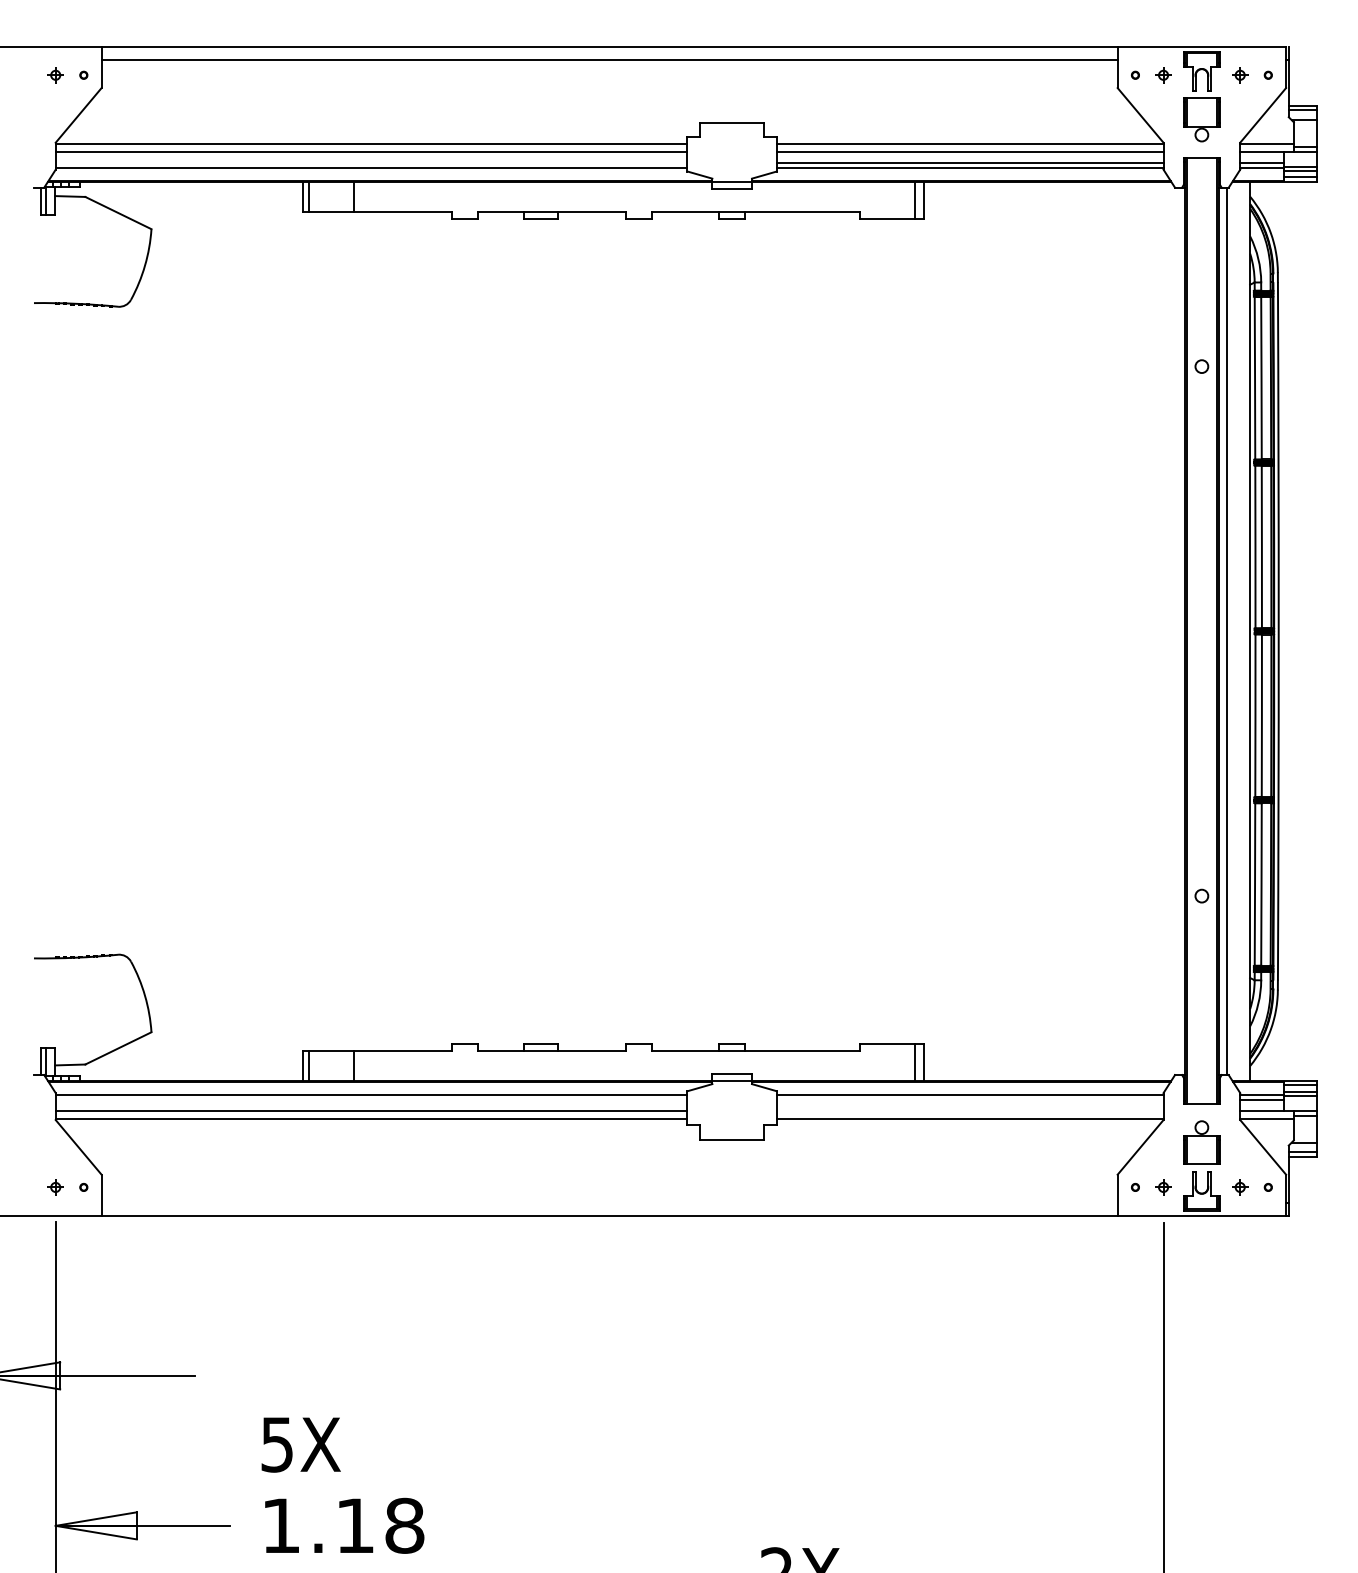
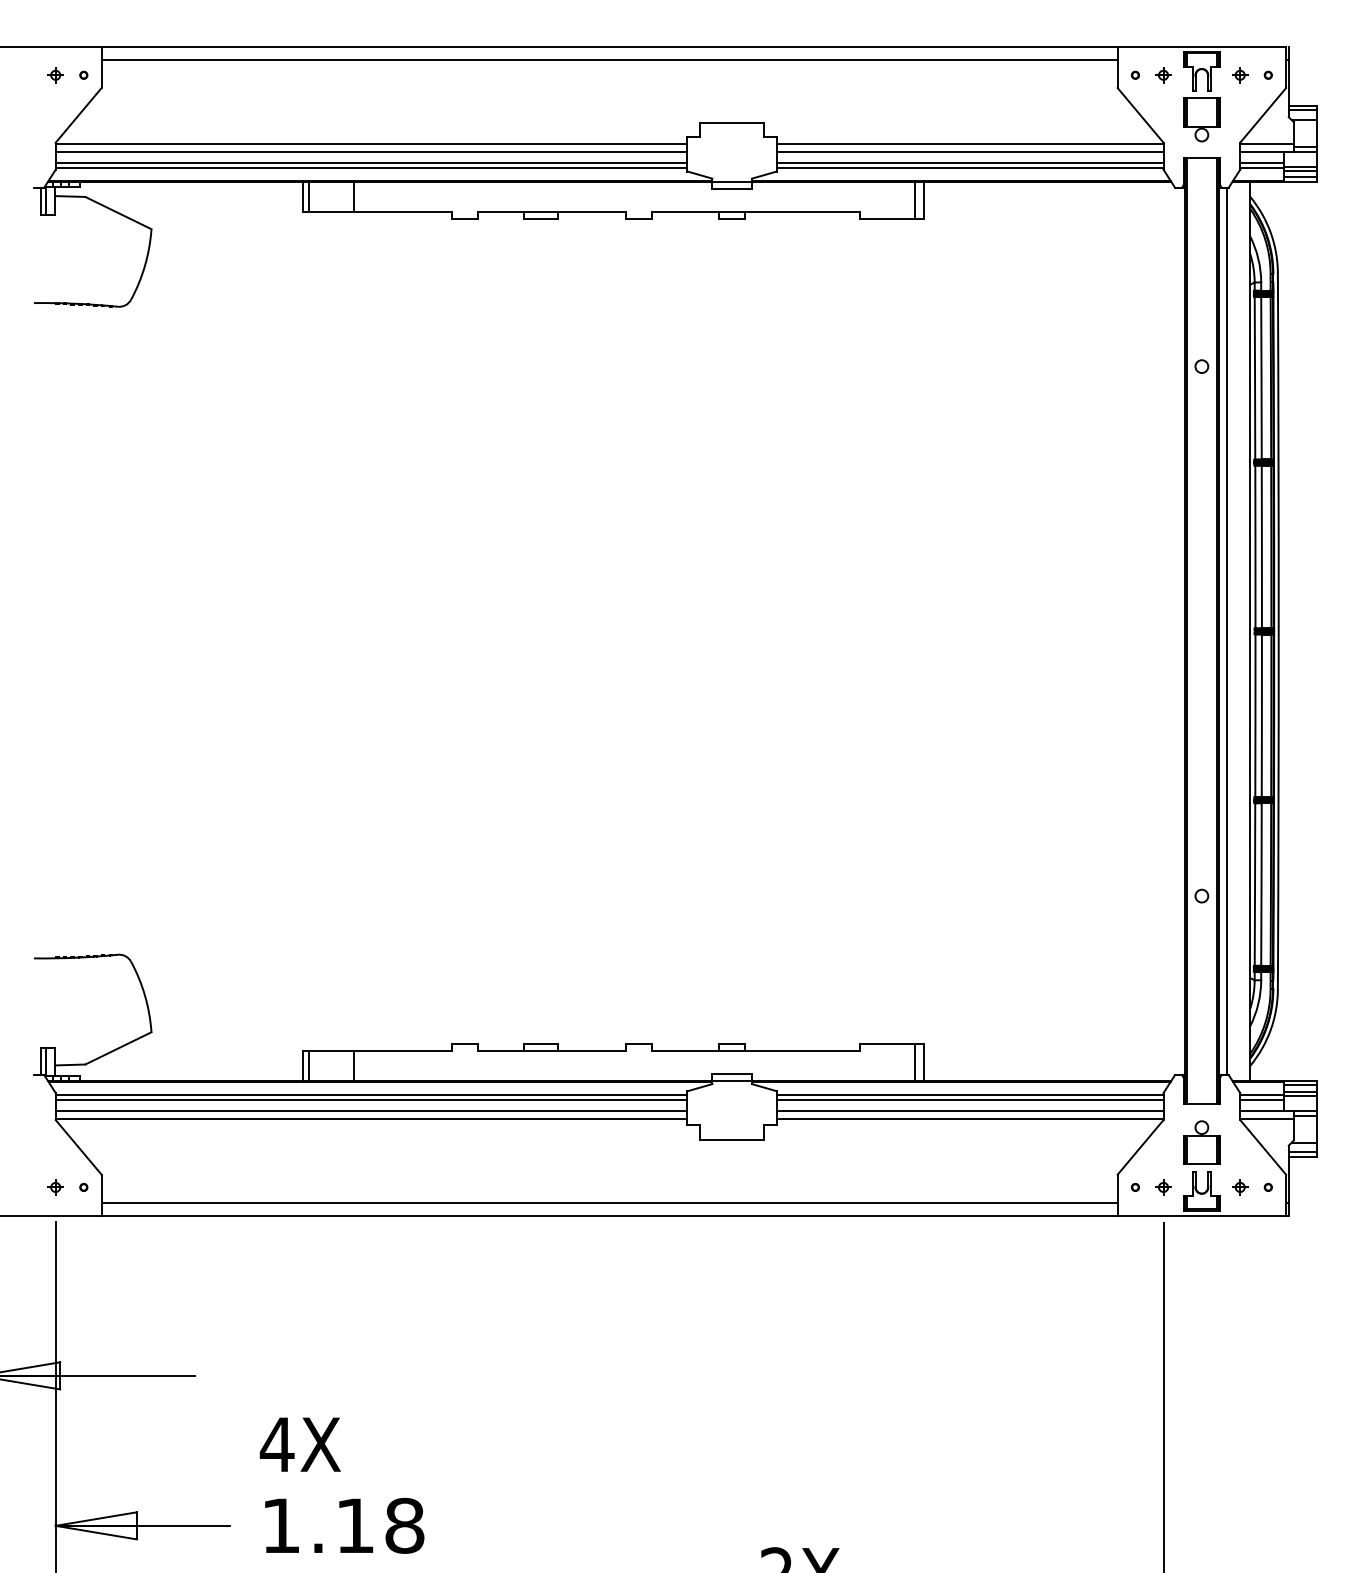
line at (371, 162): none -> present
line at (371, 1100): none -> present
line at (969, 1100): none -> present
line at (969, 1111): none -> present
line at (609, 1202): none -> present
text at (276, 1444): 5X -> 4X
